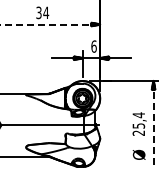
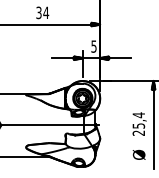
line at (50, 24): dashed -> solid
text at (93, 46): 6 -> 5
line at (153, 124): dashed -> solid
